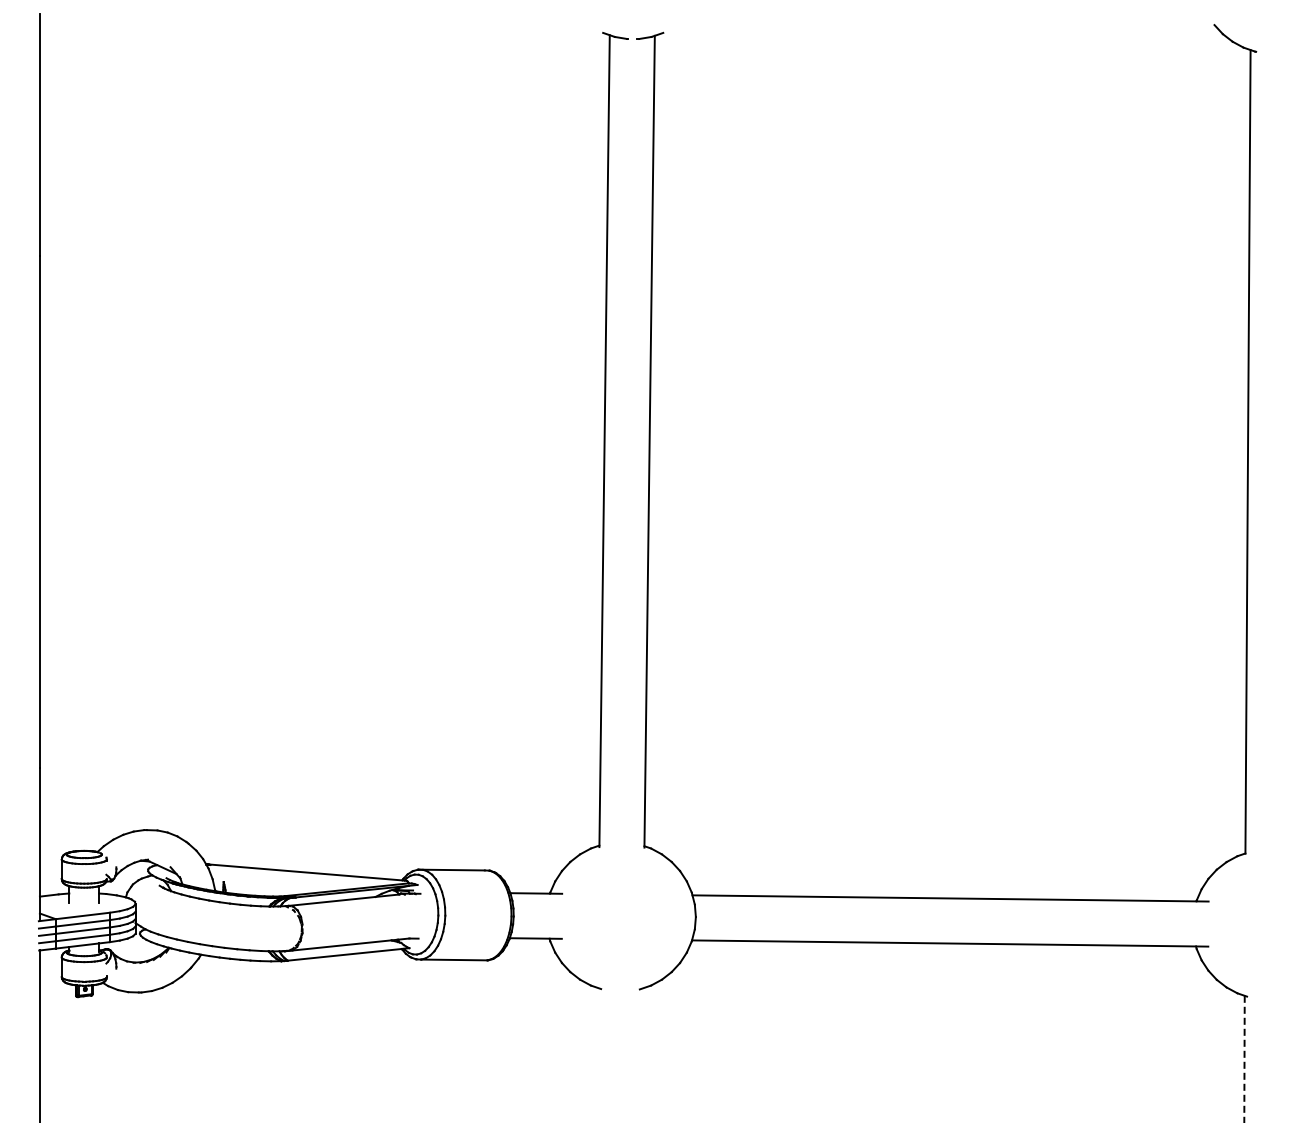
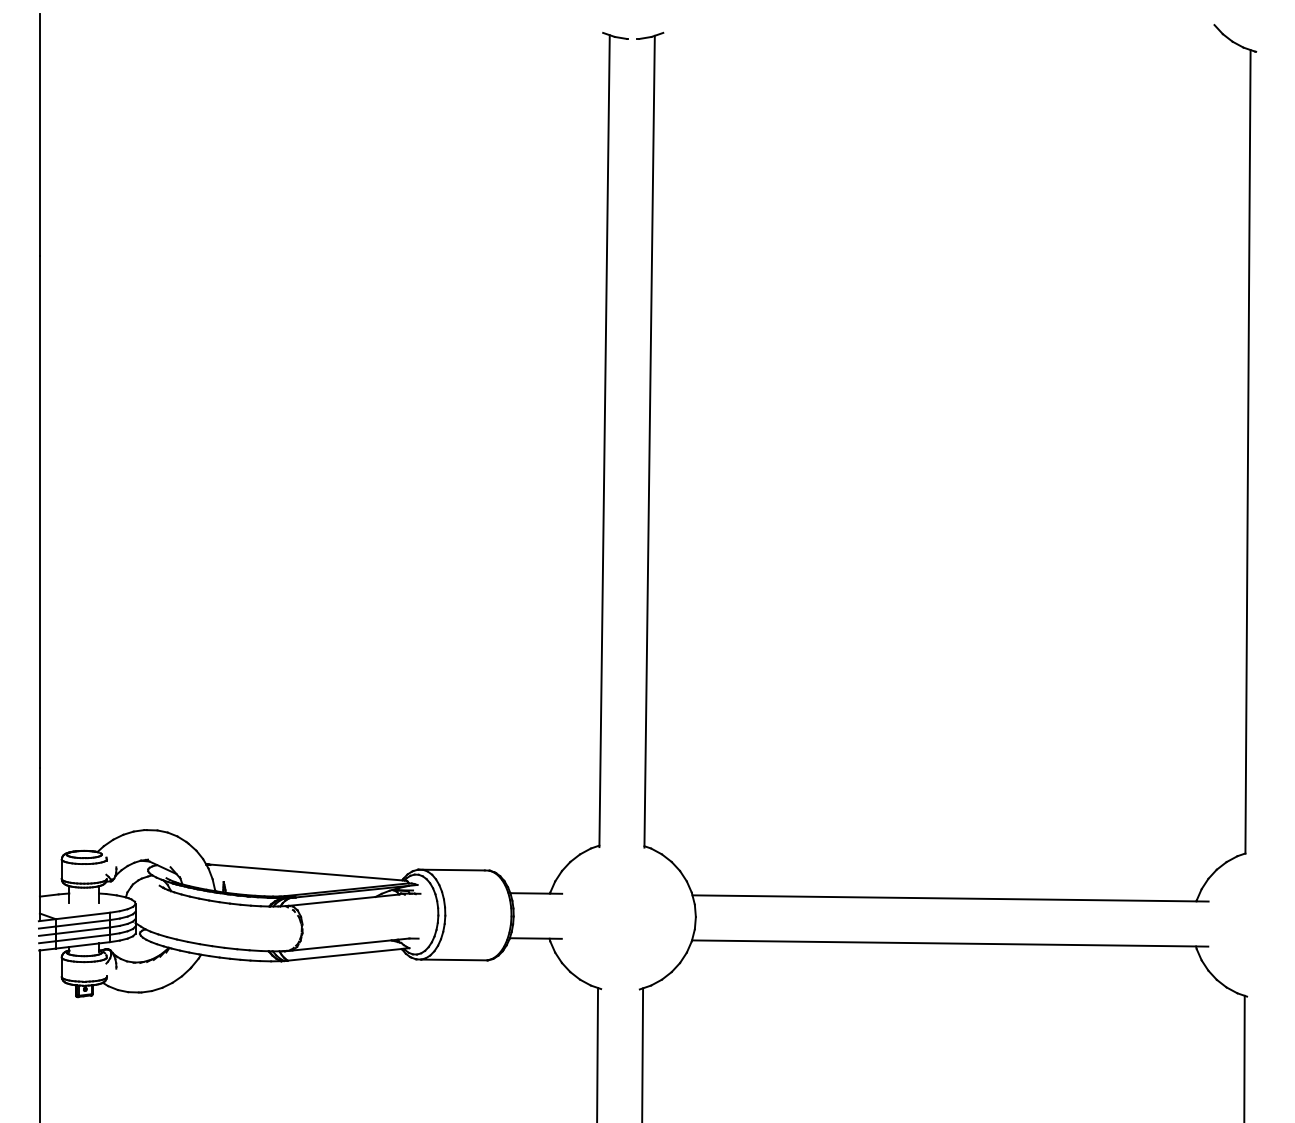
line at (597, 1053): none -> present
line at (642, 1053): none -> present
line at (1244, 1059): dashed -> solid
